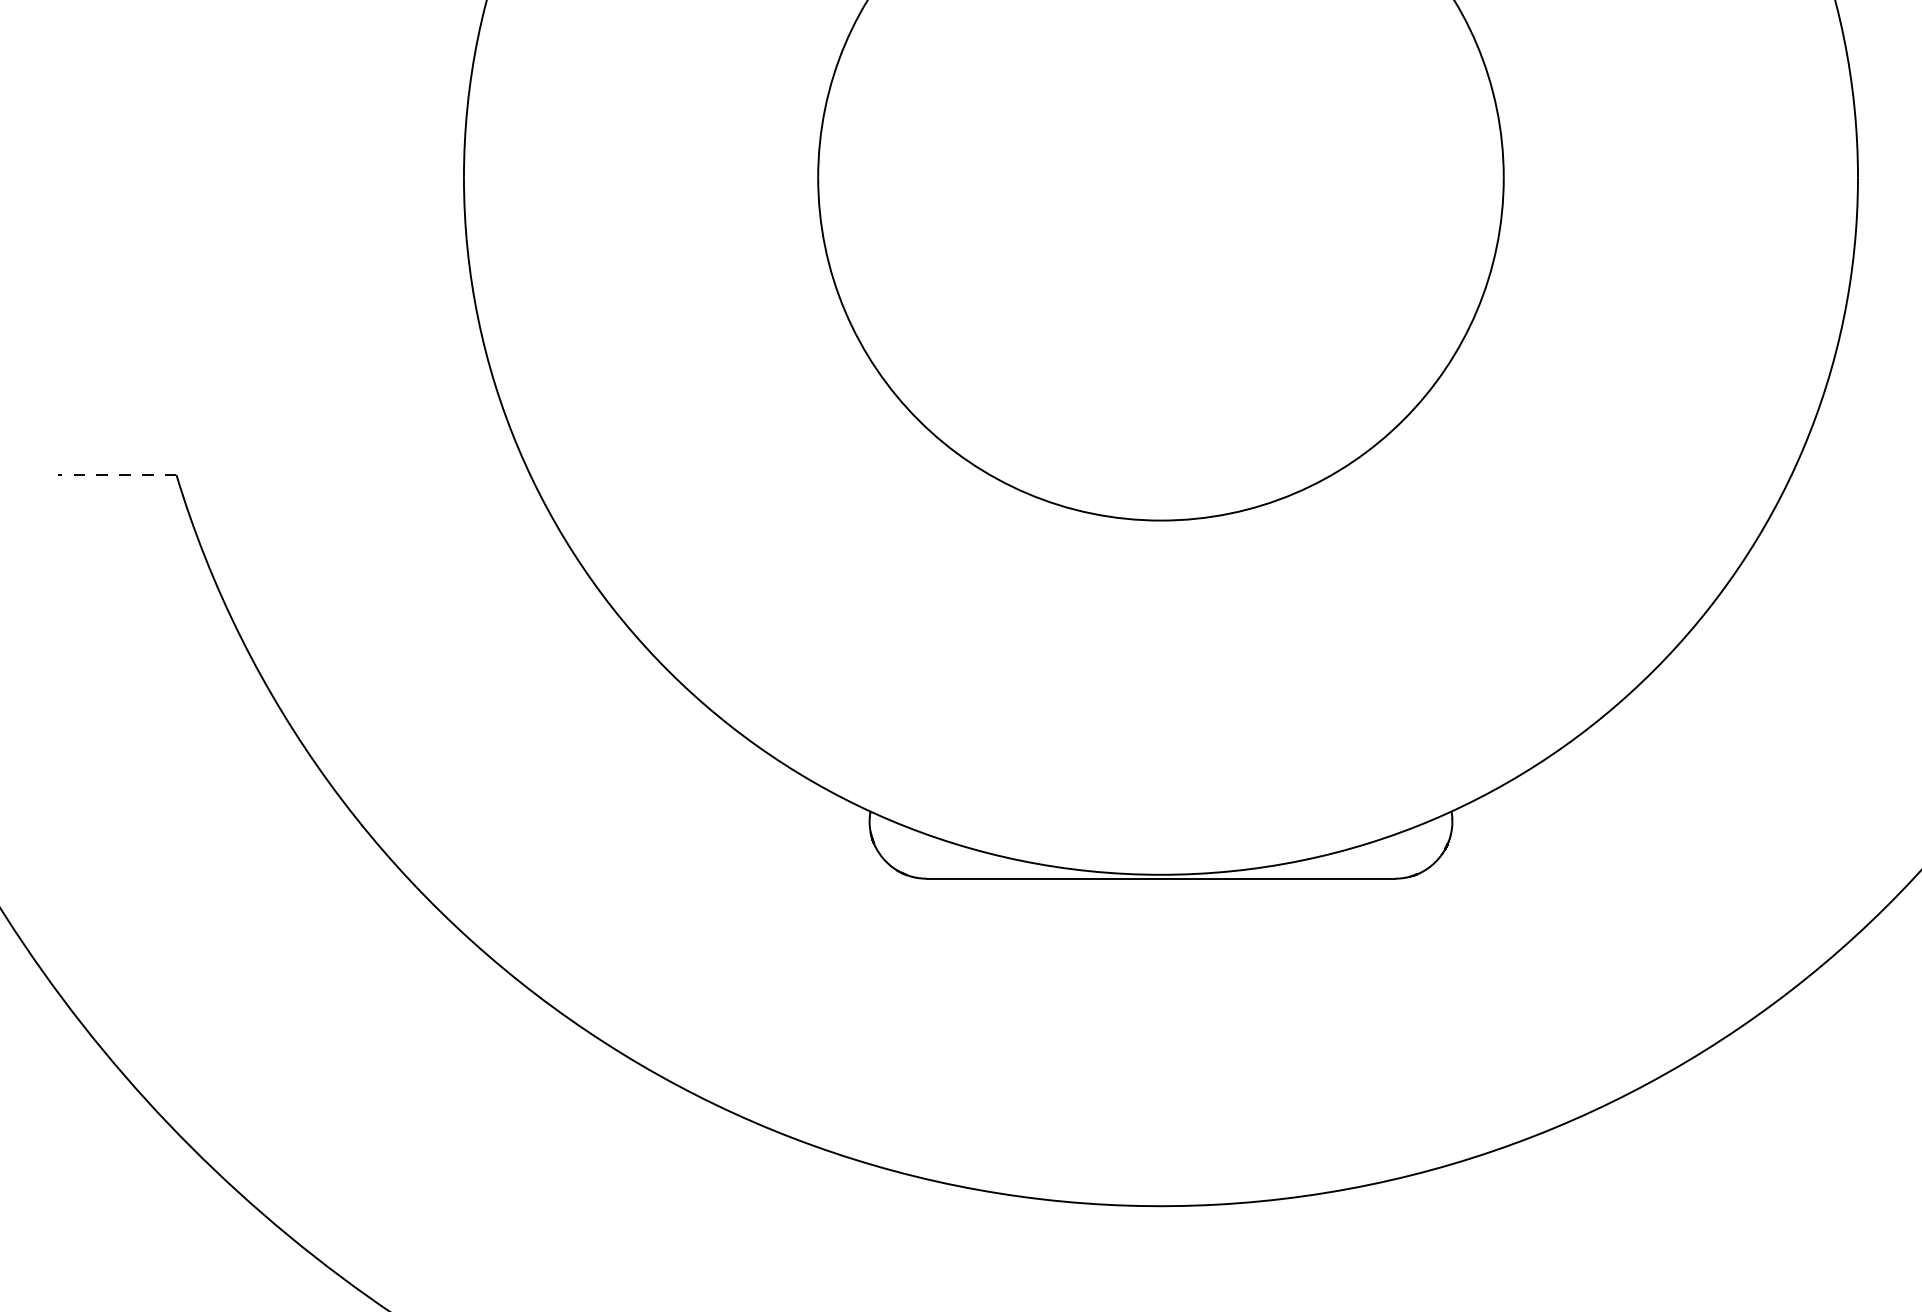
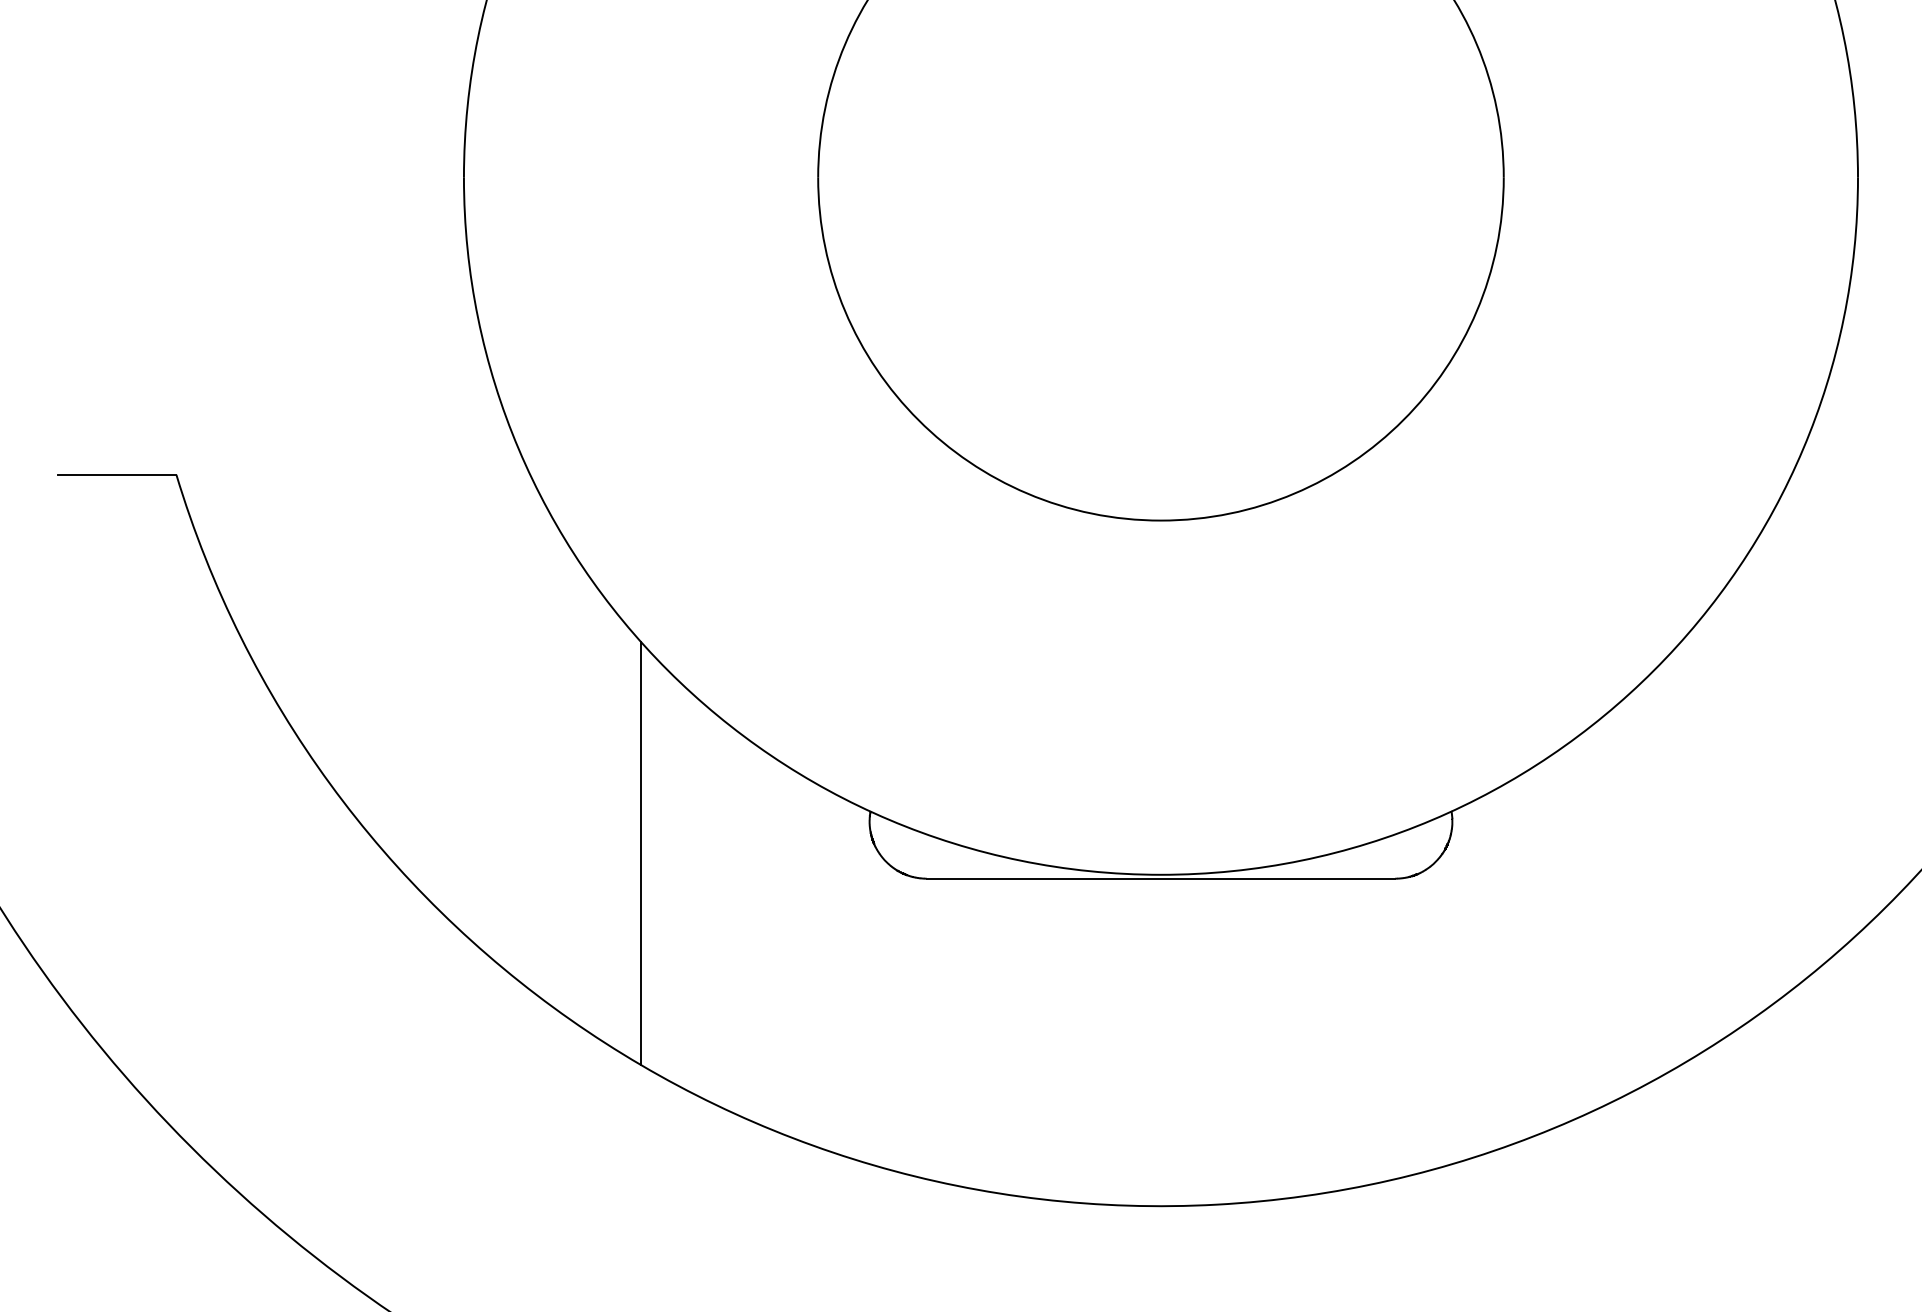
line at (116, 474): dashed -> solid
line at (641, 853): none -> present
